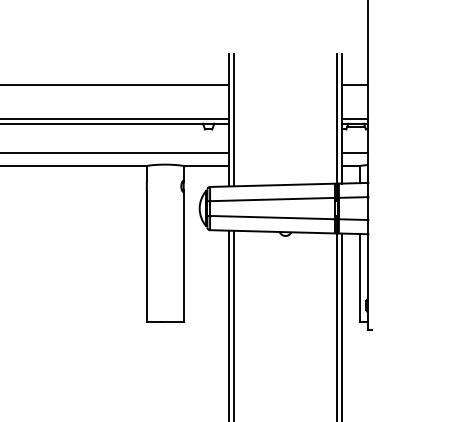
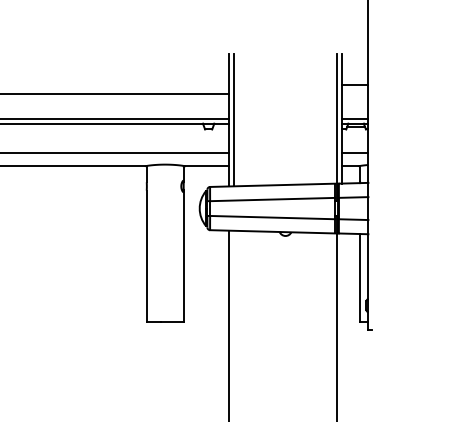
line at (115, 84) position: (115, 84) -> (115, 93)
line at (234, 324): present -> none
line at (342, 325): present -> none
